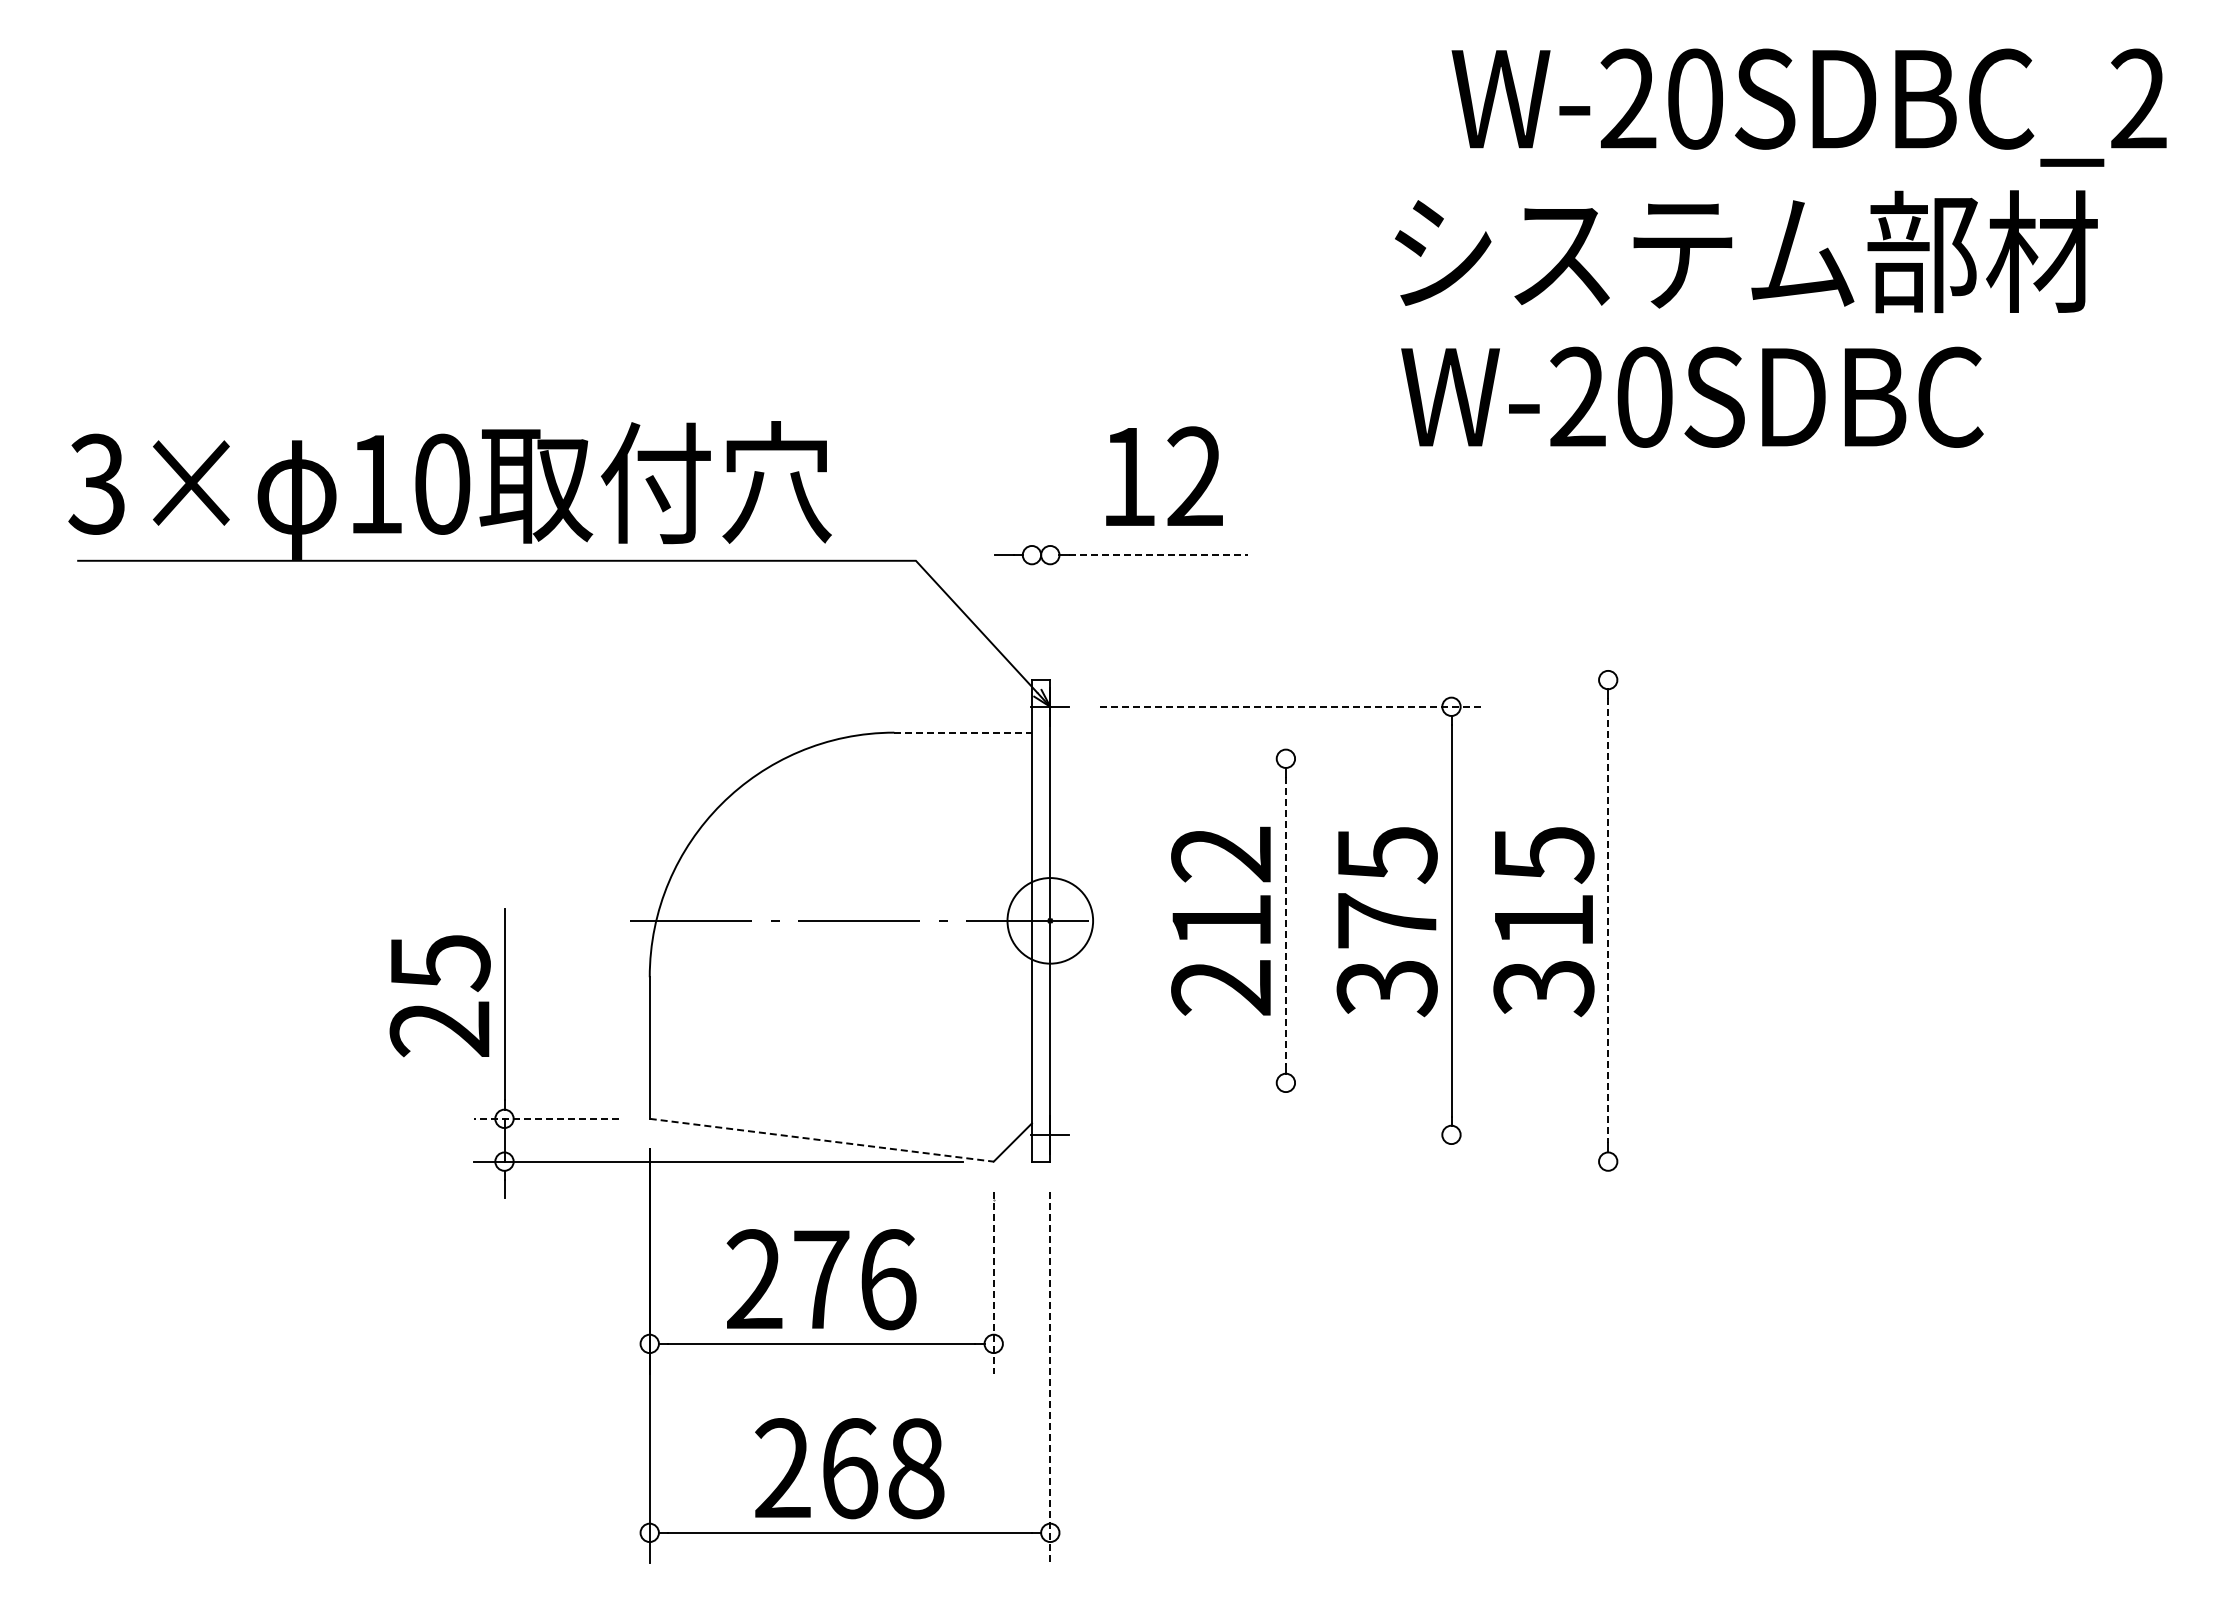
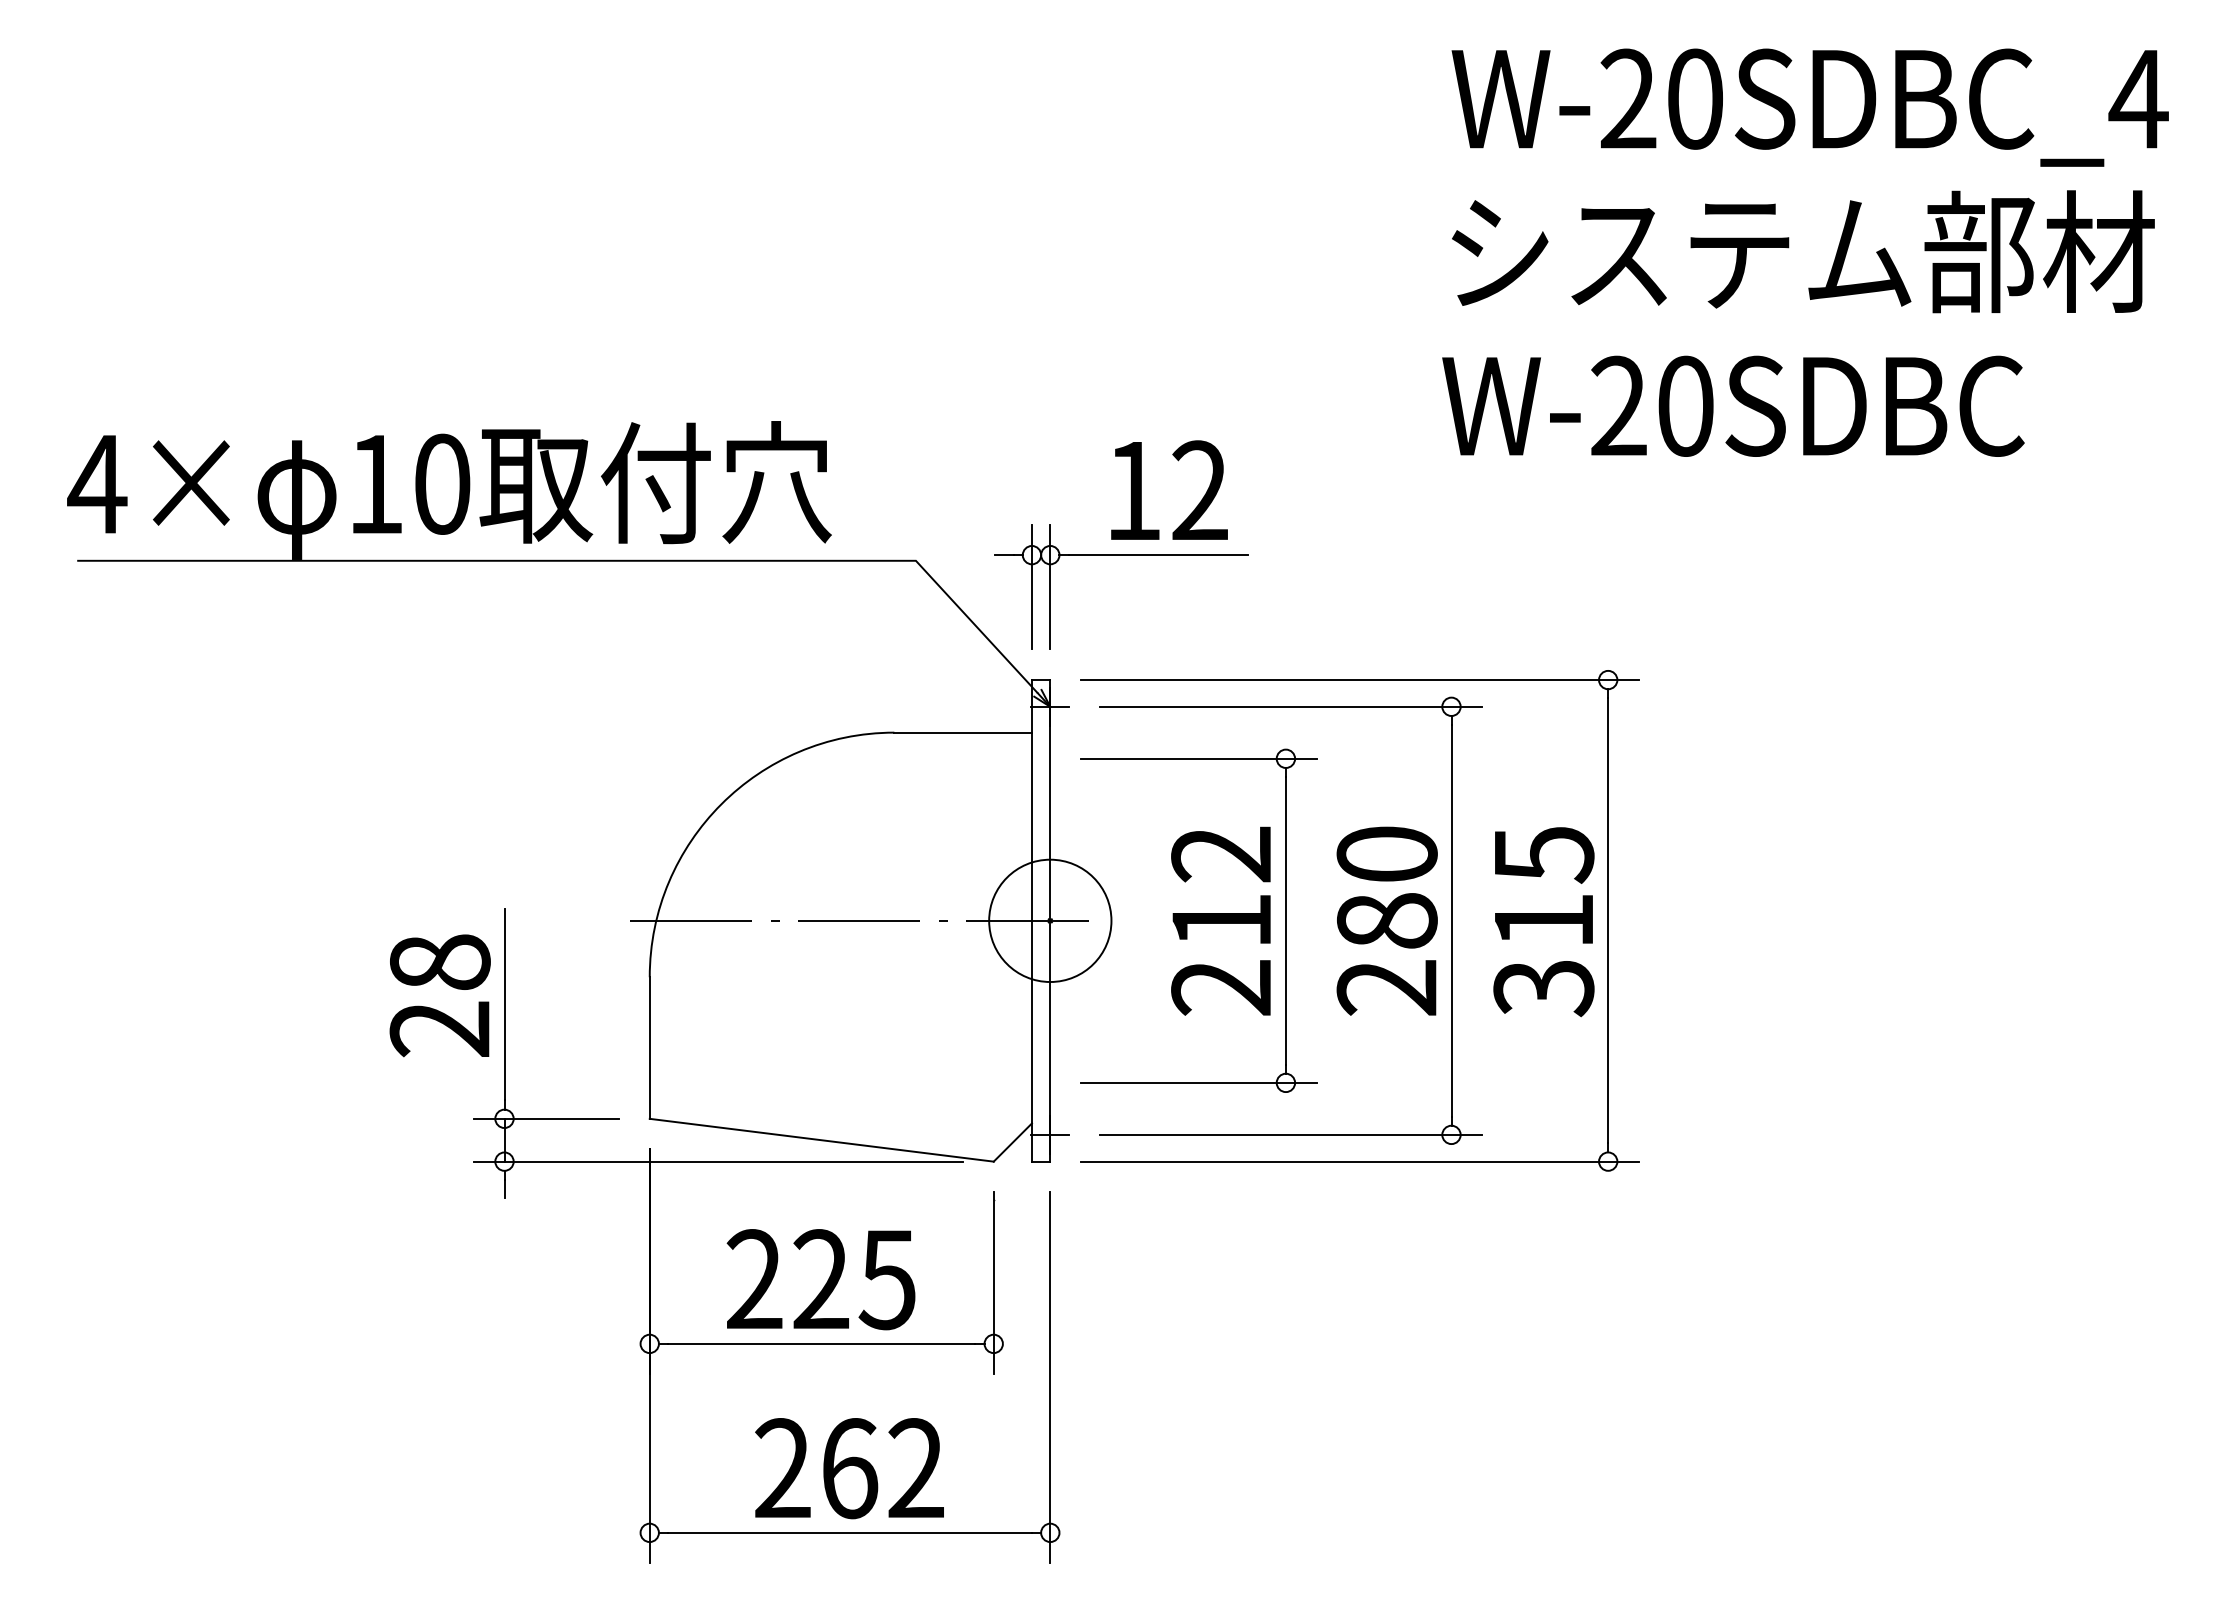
text at (2138, 98): W-20SDBC_2 -> W-20SDBC_4
text at (1746, 251) position: (1746, 251) -> (1803, 251)
text at (1692, 396) position: (1692, 396) -> (1733, 405)
text at (1164, 475) position: (1164, 475) -> (1169, 489)
text at (97, 483): 3× -> 4×
line at (1158, 555): dashed -> solid
line at (1031, 586): none -> present
line at (1050, 586): none -> present
line at (1359, 680): none -> present
line at (1291, 706): dashed -> solid
line at (963, 732): dashed -> solid
line at (1198, 758): none -> present
circle at (1050, 920) diameter: 86 px -> 122 px
line at (1285, 920): dashed -> solid
text at (1386, 921): 375 -> 280
line at (1608, 921): dashed -> solid
text at (440, 962): 25 -> 28
line at (1198, 1082): none -> present
line at (546, 1118): dashed -> solid
line at (1291, 1134): none -> present
line at (822, 1140): dashed -> solid
line at (1359, 1161): none -> present
text at (854, 1279): 276 -> 225
line at (993, 1283): dashed -> solid
line at (1050, 1377): dashed -> solid
text at (916, 1468): 268 -> 262
